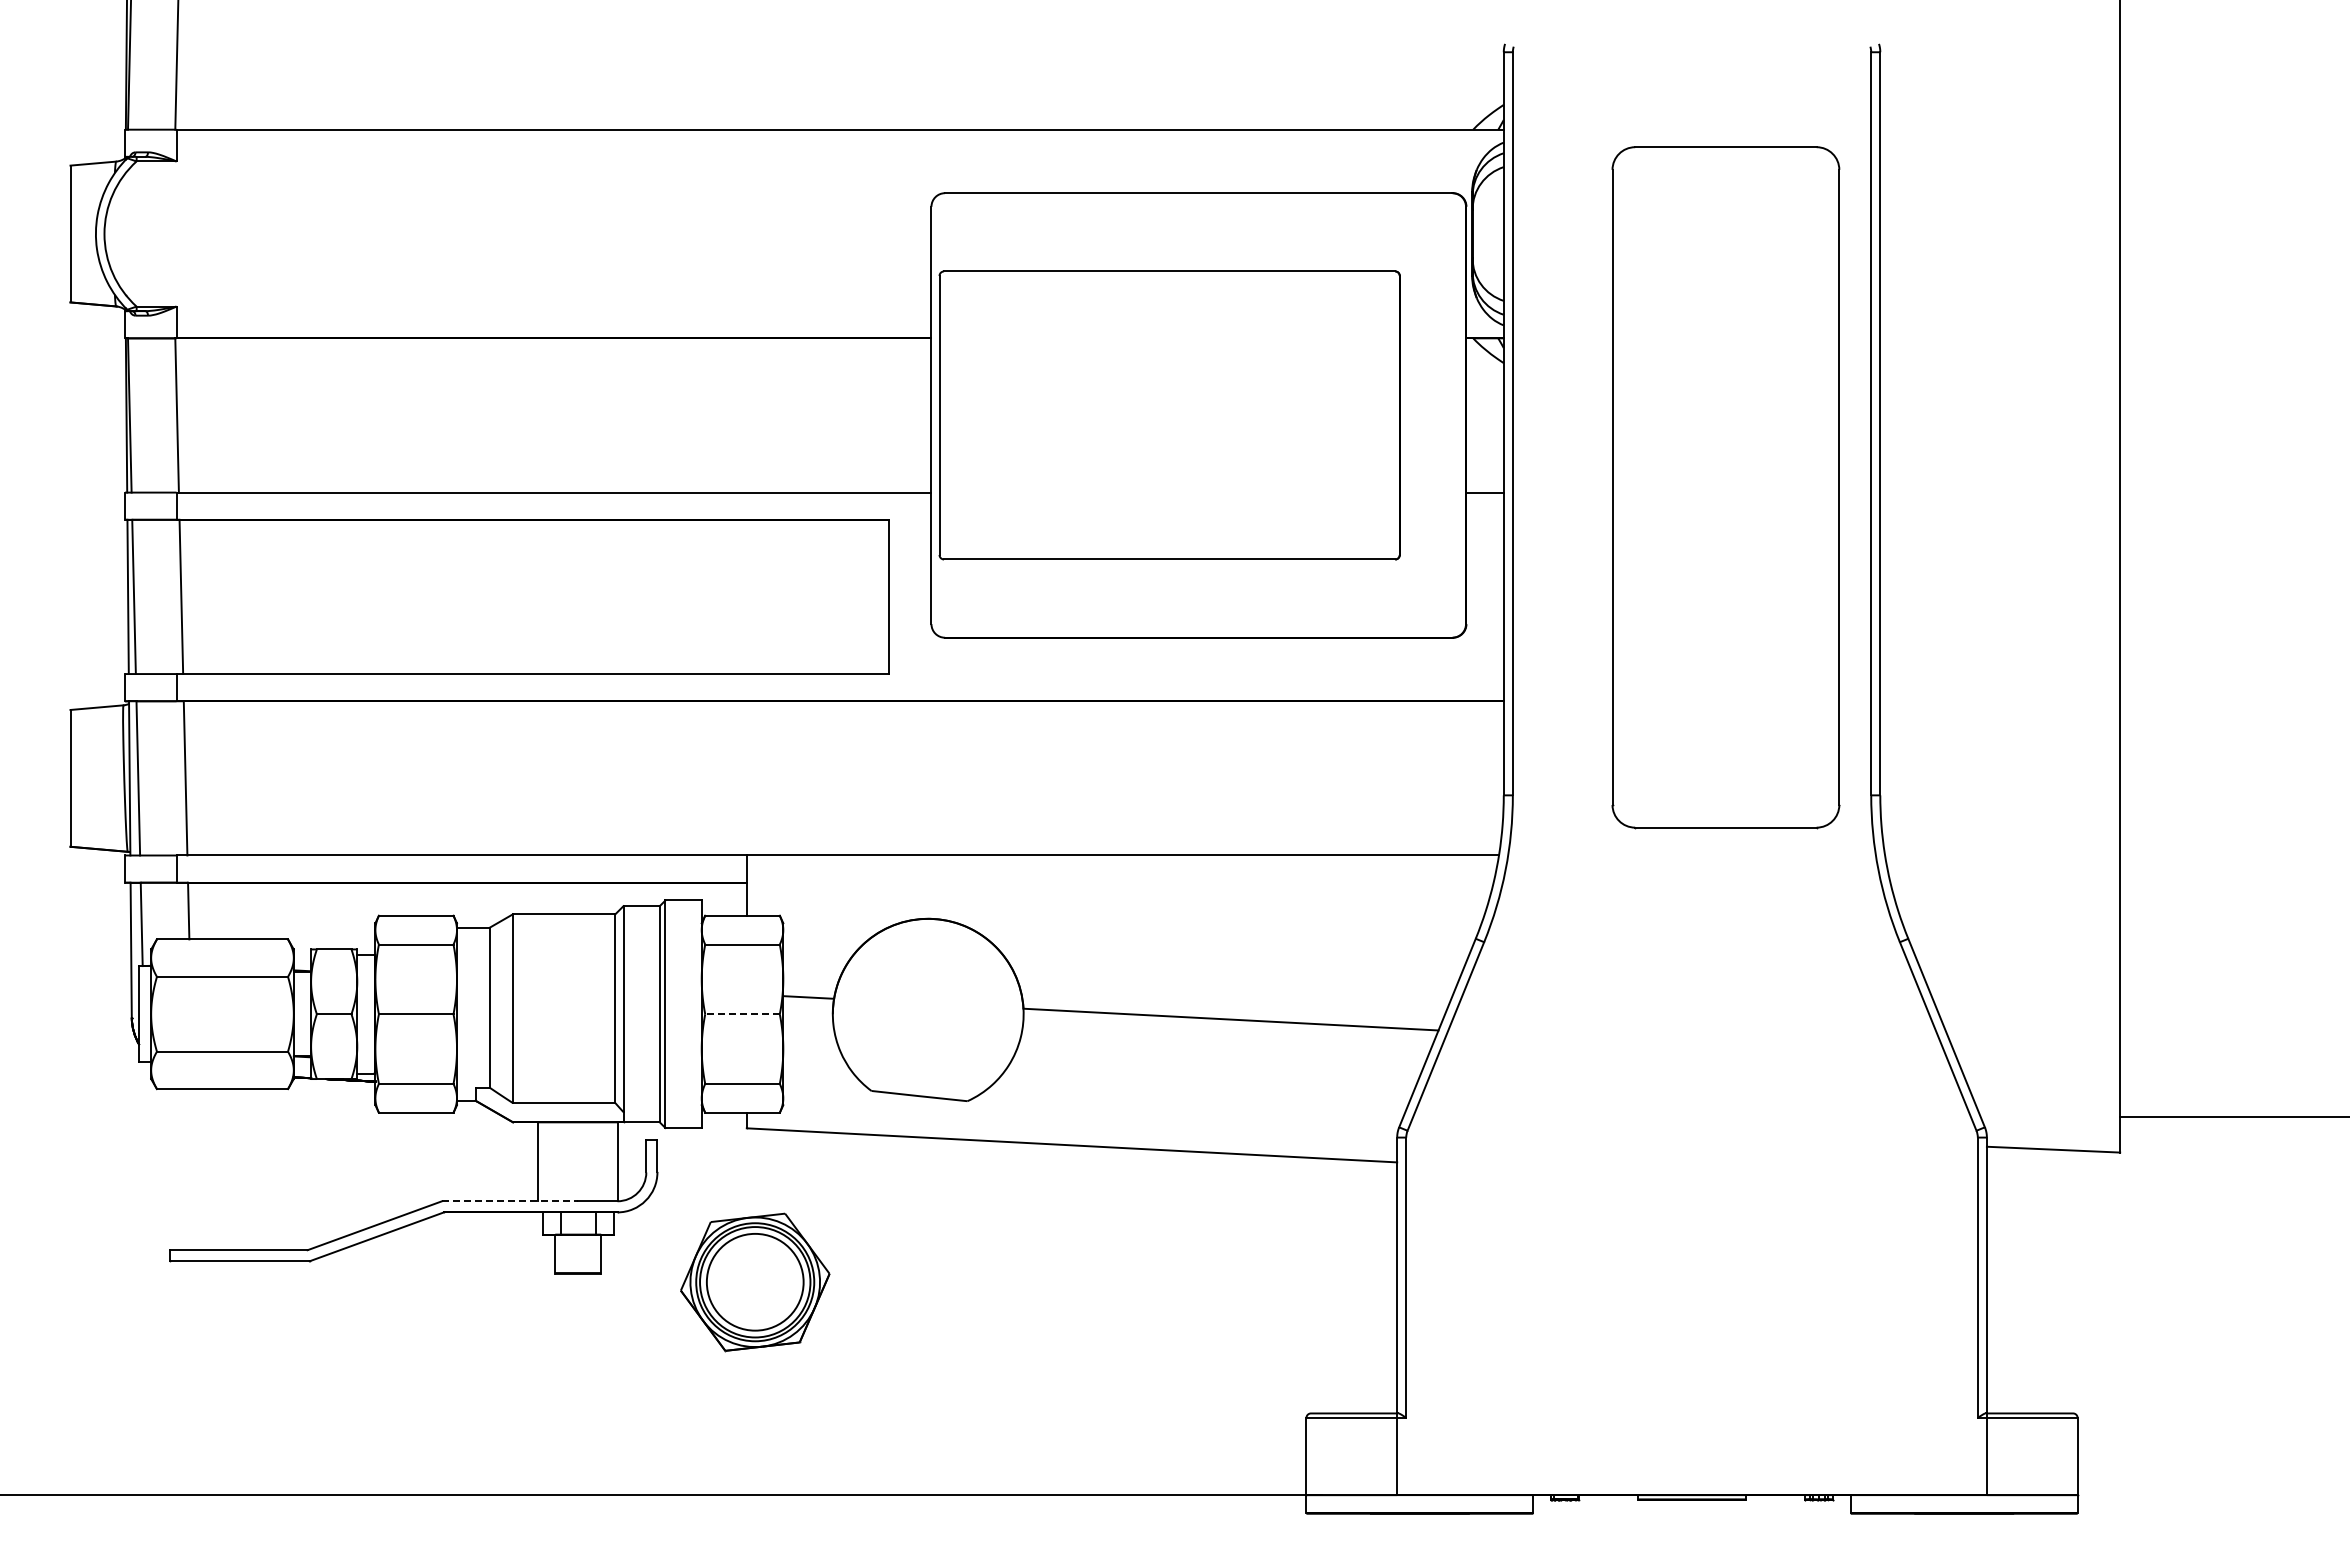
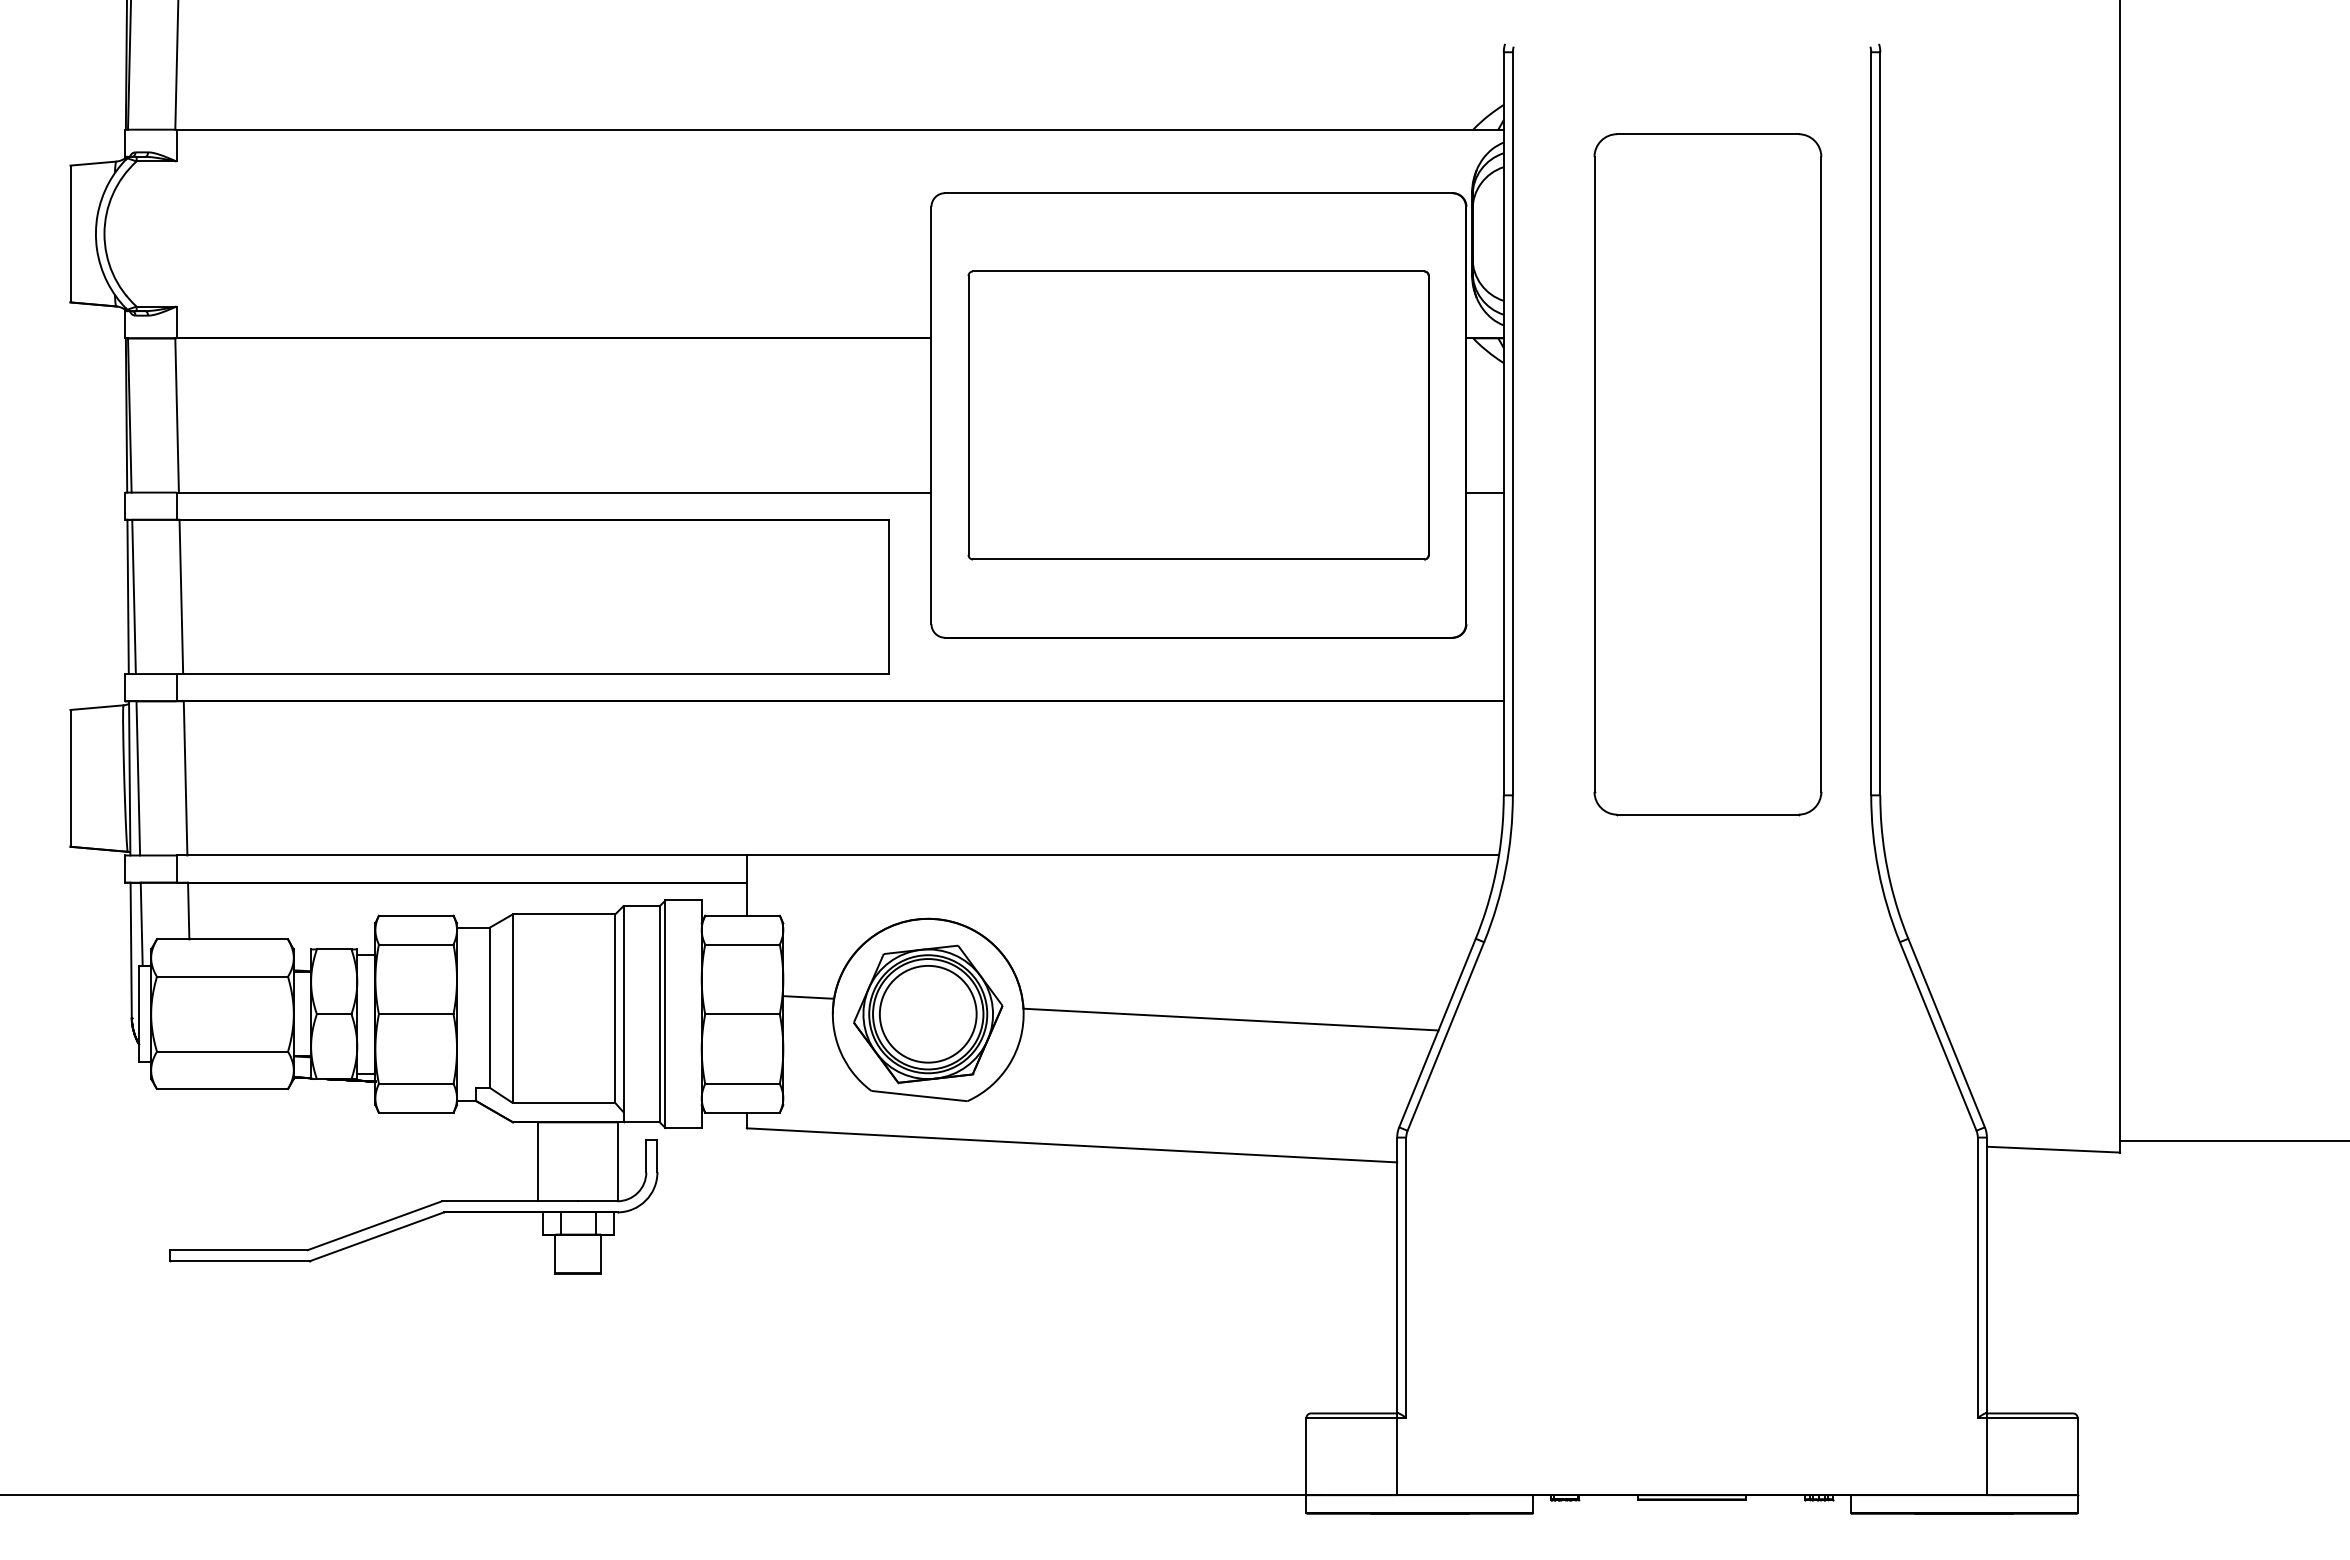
part at (1169, 415) position: (1169, 415) -> (1198, 415)
part at (1725, 487) position: (1725, 487) -> (1707, 474)
line at (742, 1014): dashed -> solid
line at (2233, 1117) position: (2233, 1117) -> (2233, 1141)
line at (510, 1201): dashed -> solid
part at (755, 1282) position: (755, 1282) -> (928, 1014)
